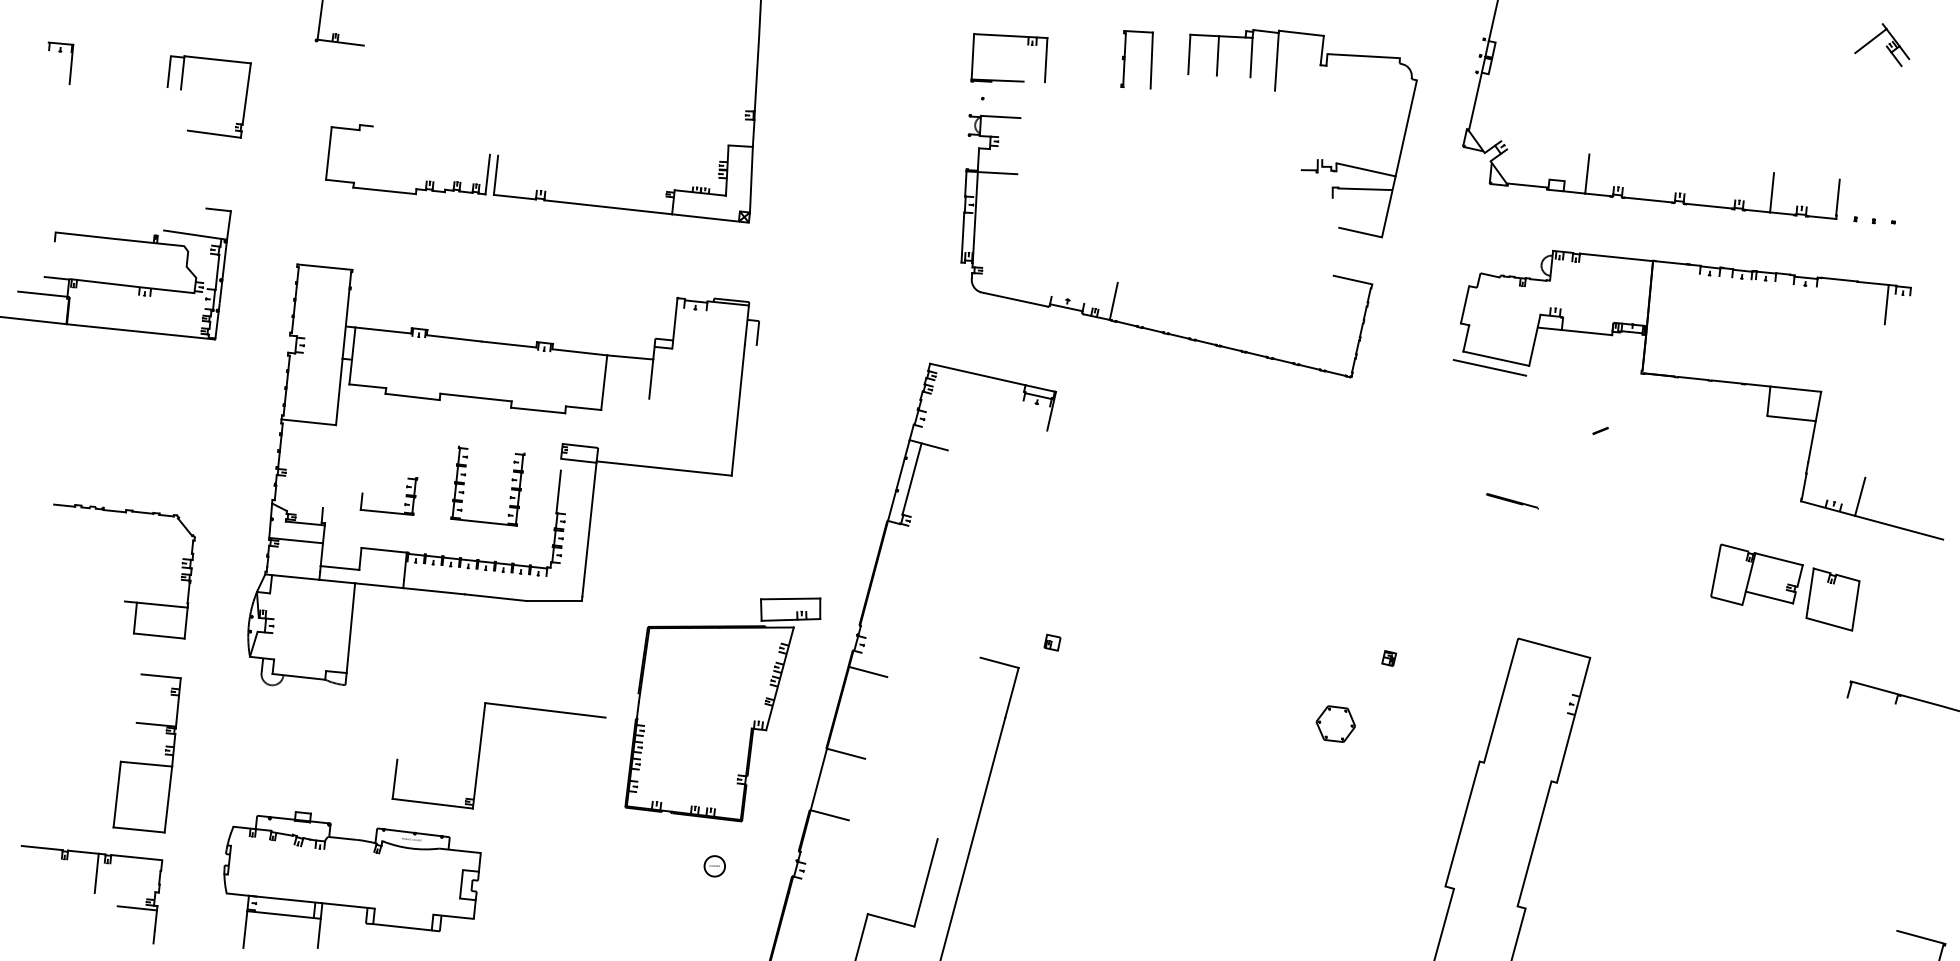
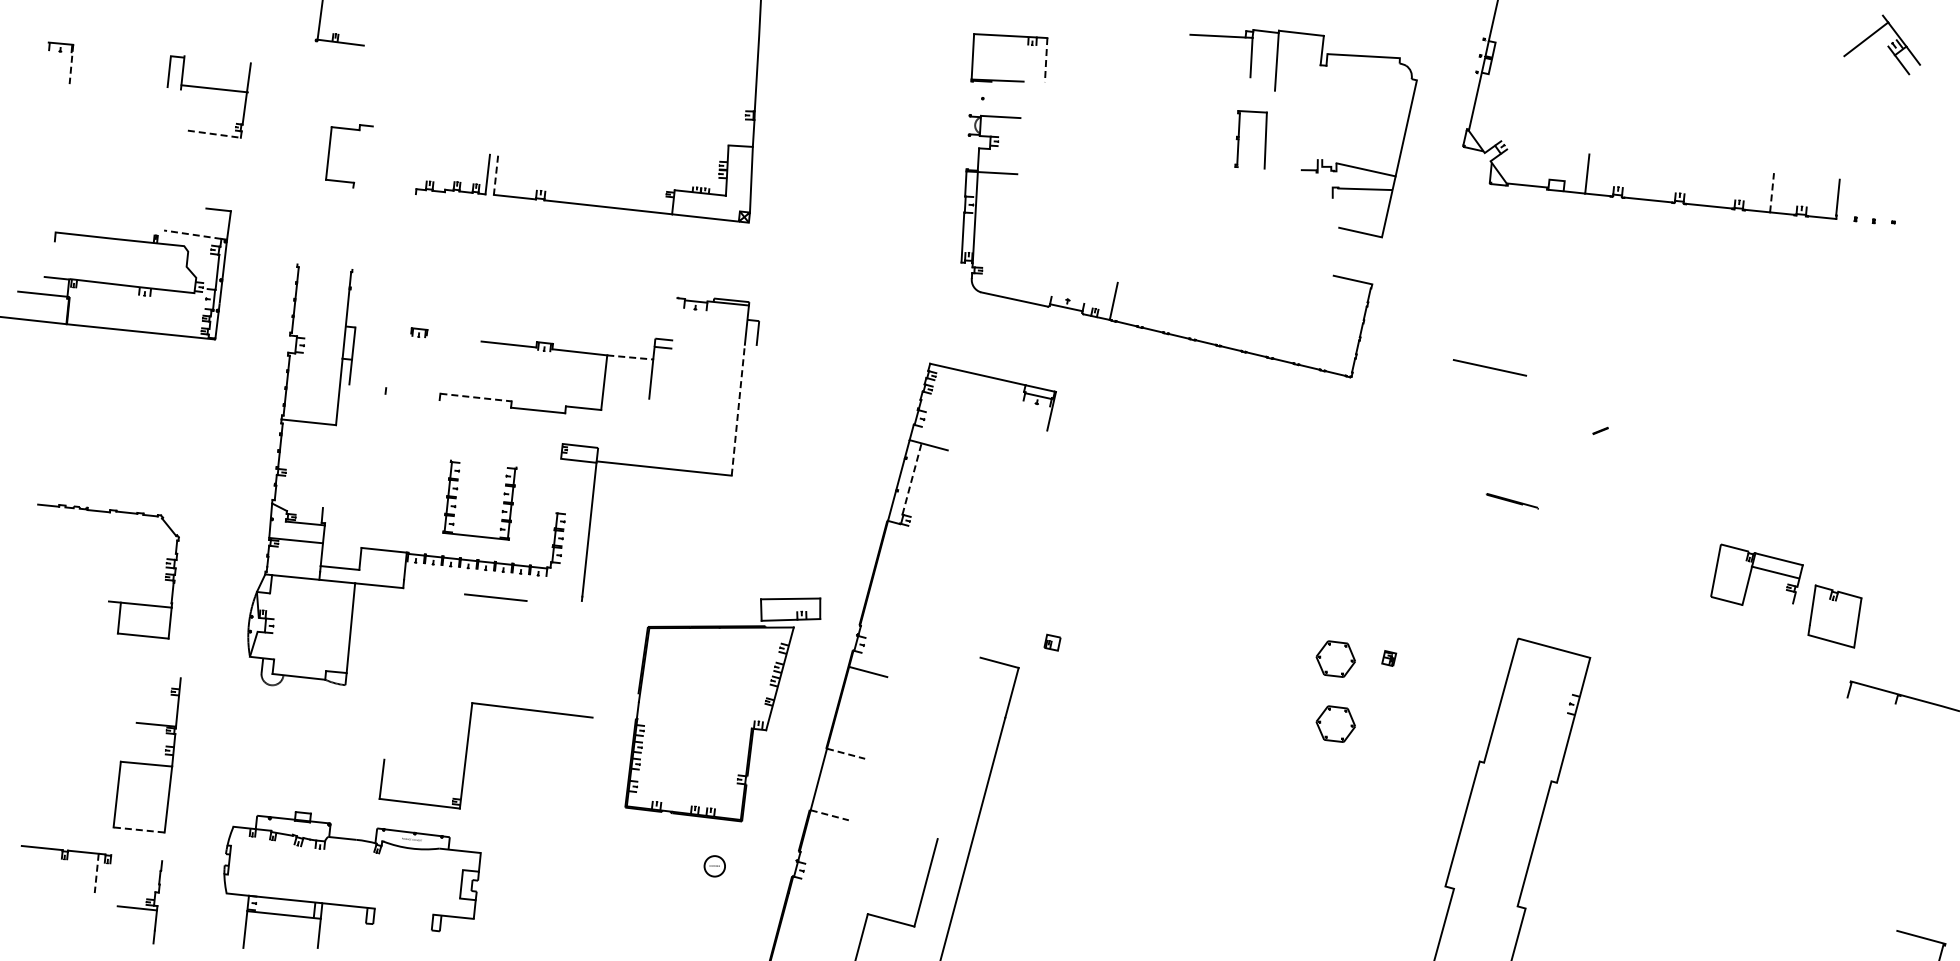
part at (1882, 45) size: 57x45 px -> 78x62 px
line at (1189, 54): present -> none
line at (1217, 55): present -> none
line at (217, 59) position: (217, 59) -> (214, 88)
part at (1125, 59) position: (1125, 59) -> (1239, 139)
line at (1046, 60): solid -> dashed
line at (71, 64): solid -> dashed
line at (214, 134): solid -> dashed
line at (496, 175): solid -> dashed
line at (384, 190): present -> none
line at (1772, 192): solid -> dashed
line at (192, 234): solid -> dashed
line at (324, 266): present -> none
line at (674, 323): present -> none
line at (383, 330): present -> none
line at (453, 338): present -> none
line at (630, 357): solid -> dashed
part at (1701, 380): present -> none
line at (367, 386): present -> none
line at (412, 396): present -> none
line at (476, 397): solid -> dashed
line at (738, 410): solid -> dashed
line at (912, 479): solid -> dashed
part at (464, 485) position: (464, 485) -> (456, 499)
line at (558, 491): present -> none
part at (388, 511): present -> none
line at (434, 591): present -> none
line at (1769, 597) position: (1769, 597) -> (1775, 572)
part at (1832, 599) position: (1832, 599) -> (1834, 616)
part at (124, 600) position: (124, 600) -> (108, 600)
line at (553, 600): present -> none
part at (1335, 658): none -> present
line at (160, 676): present -> none
line at (846, 753): solid -> dashed
part at (480, 754) position: (480, 754) -> (467, 754)
line at (829, 815): solid -> dashed
line at (139, 829): solid -> dashed
line at (136, 857): present -> none
line at (96, 873): solid -> dashed
line at (402, 927): present -> none
